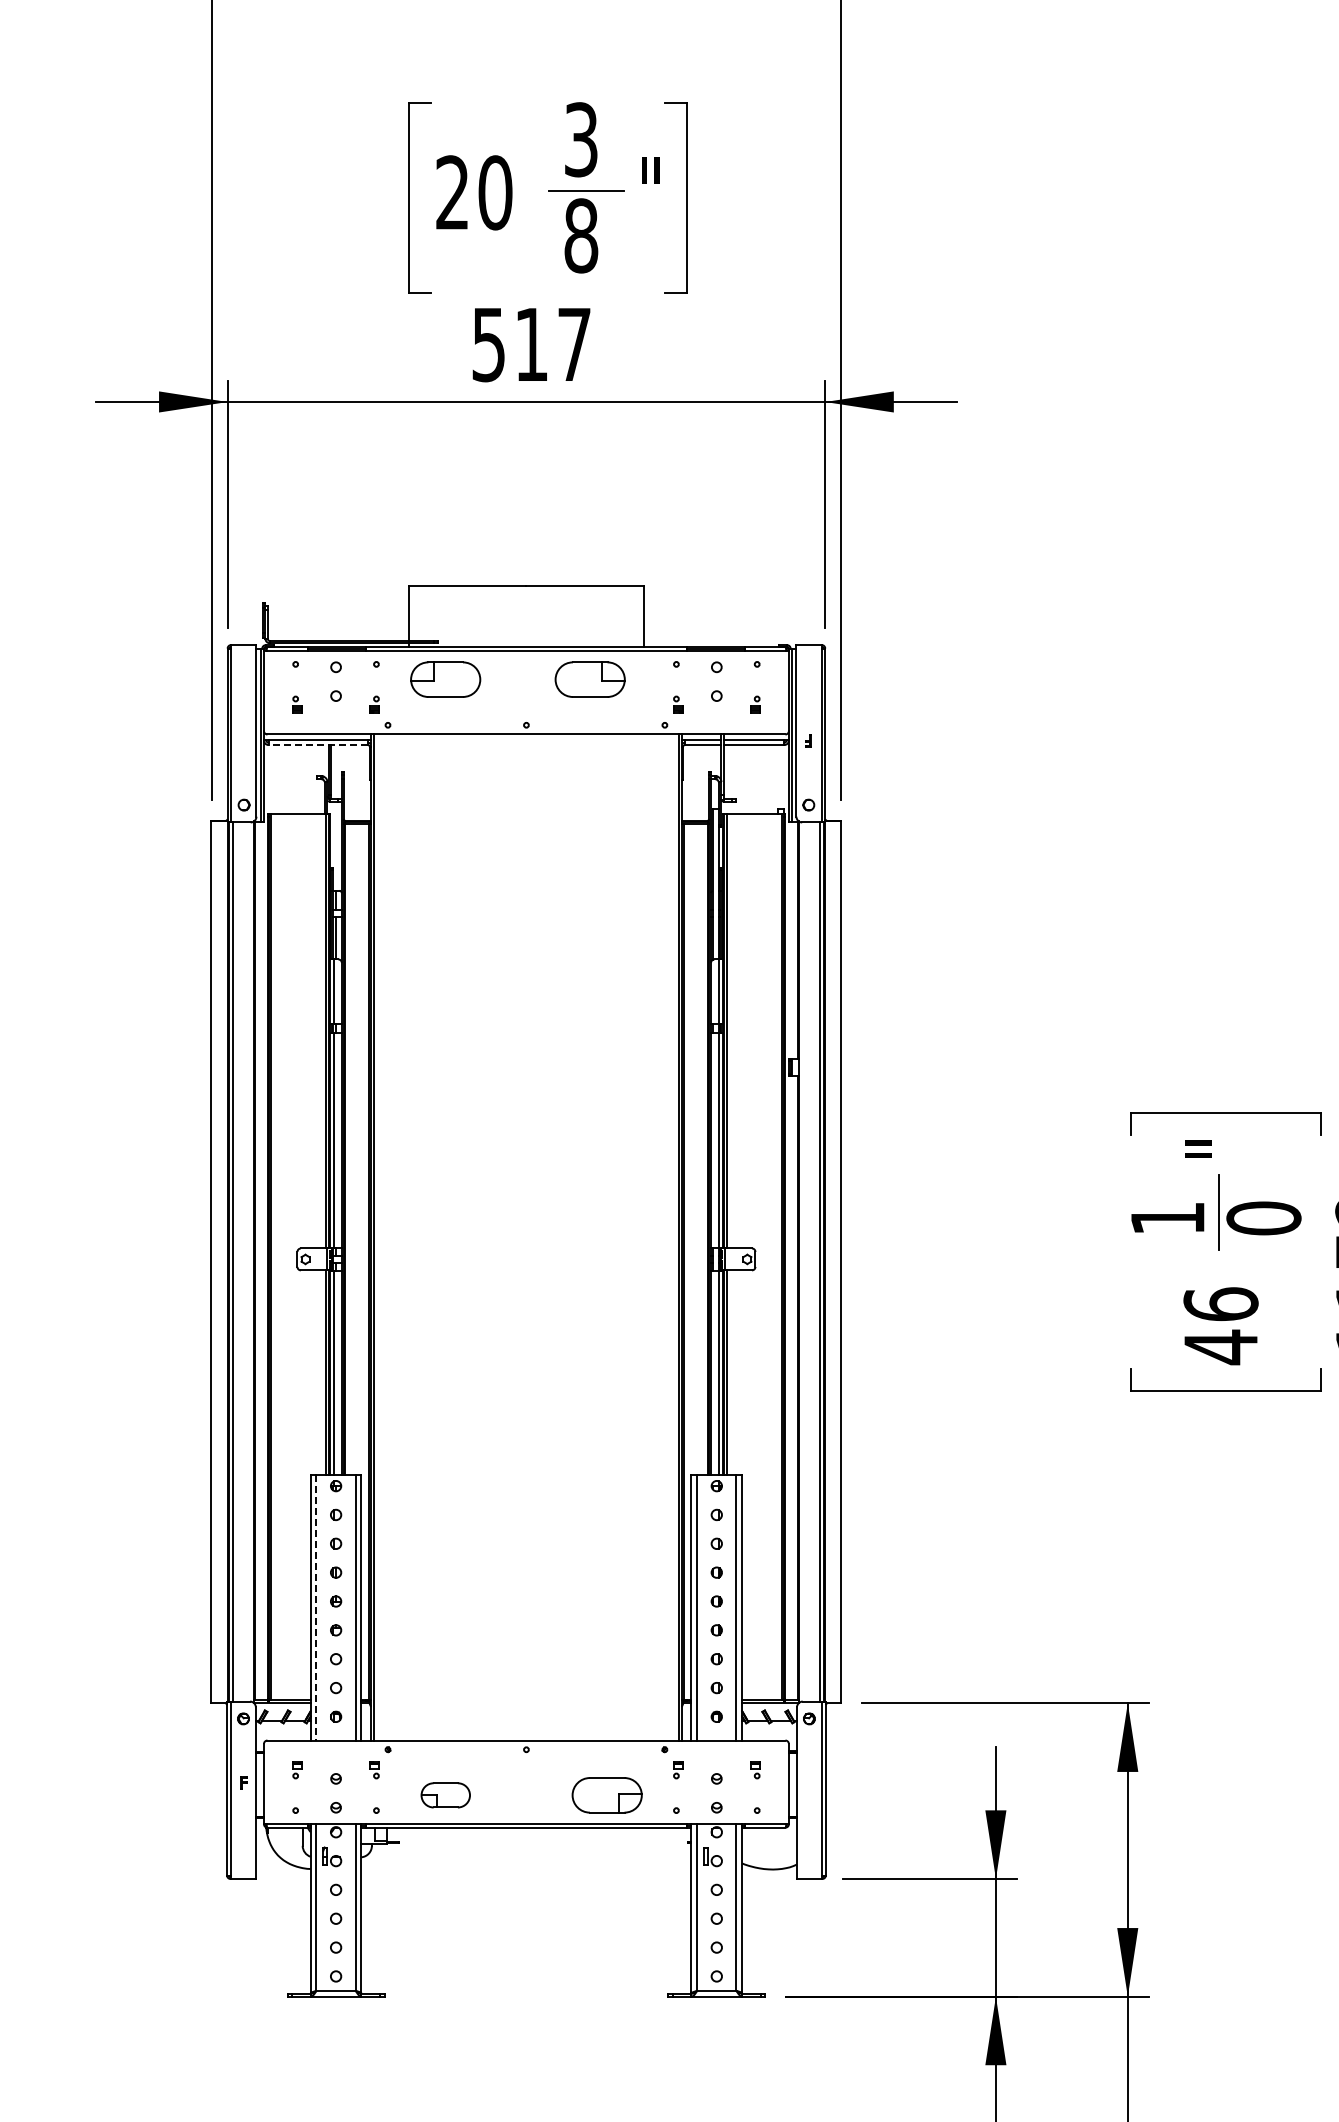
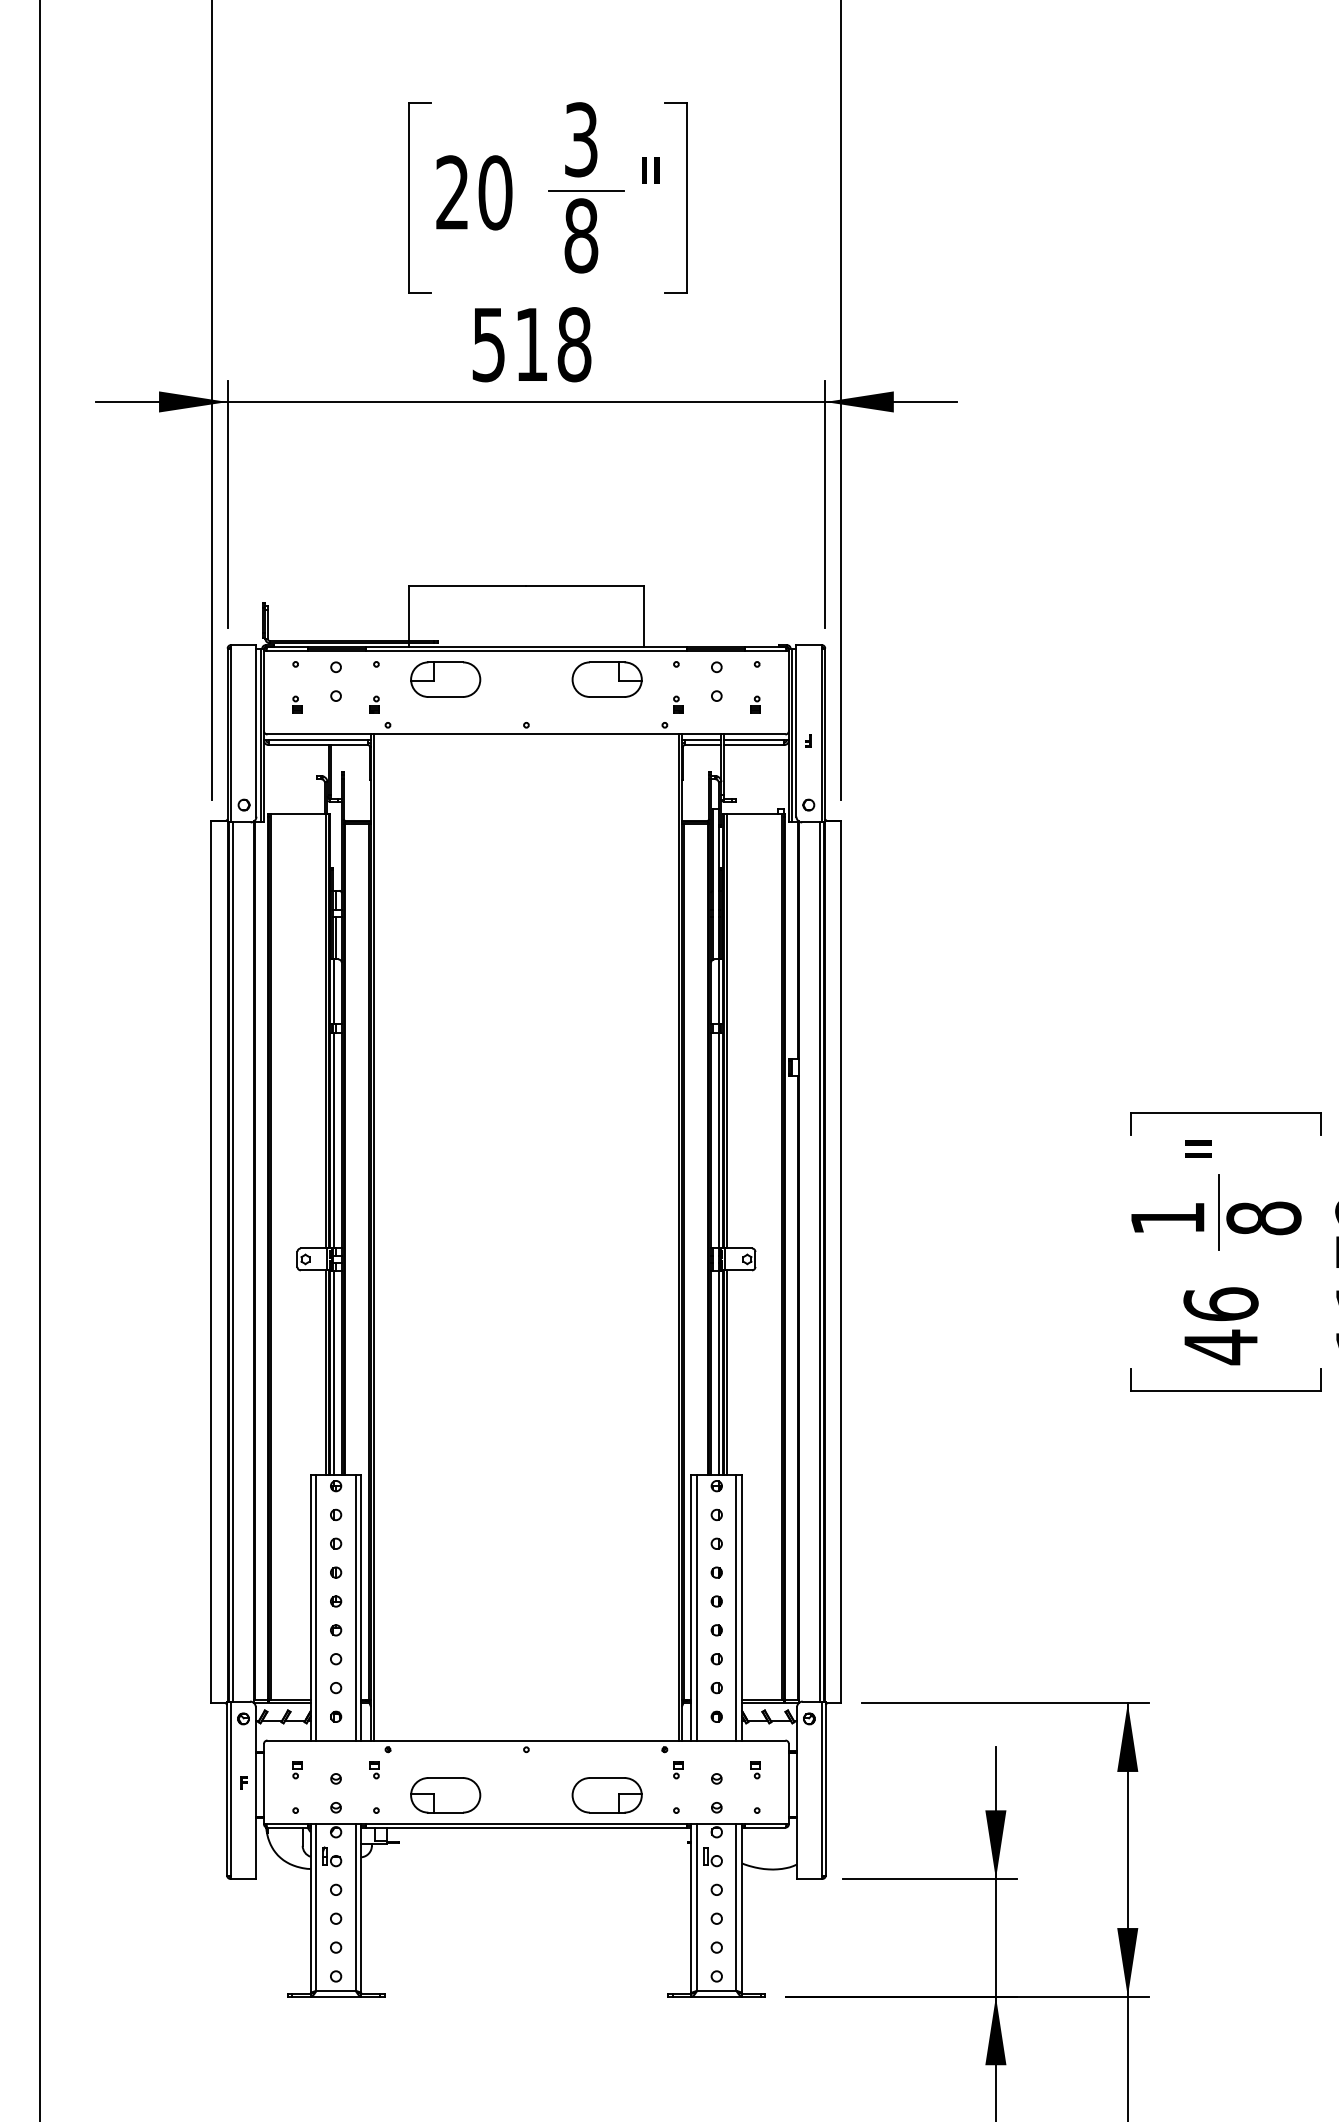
text at (574, 344): 517 -> 518
part at (589, 679) position: (589, 679) -> (606, 679)
line at (318, 745): dashed -> solid
line at (39, 1060): none -> present
text at (1263, 1218): 0 -> 8
line at (316, 1607): dashed -> solid
part at (445, 1795) size: 51x27 px -> 72x37 px
